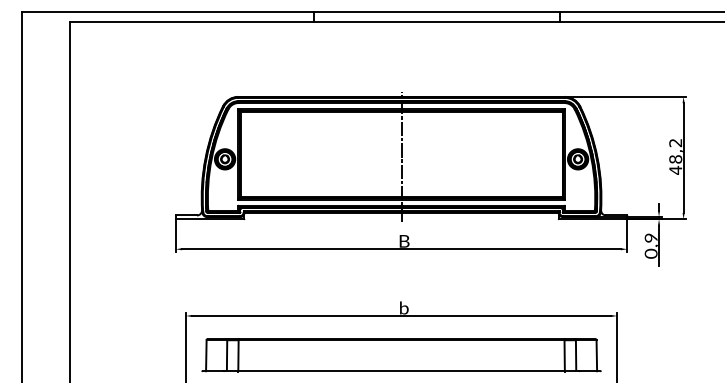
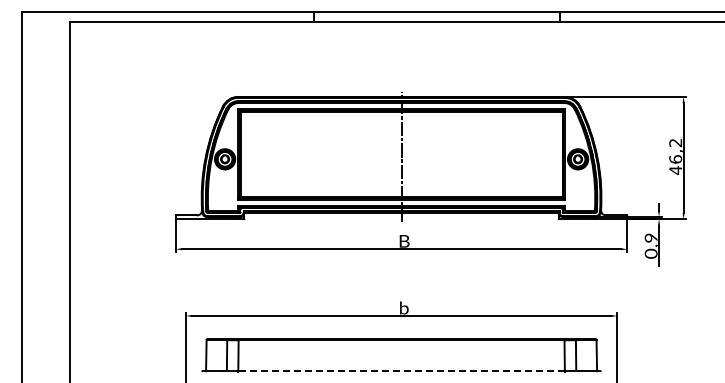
text at (675, 159): 48,2 -> 46,2
line at (401, 371): solid -> dashed
